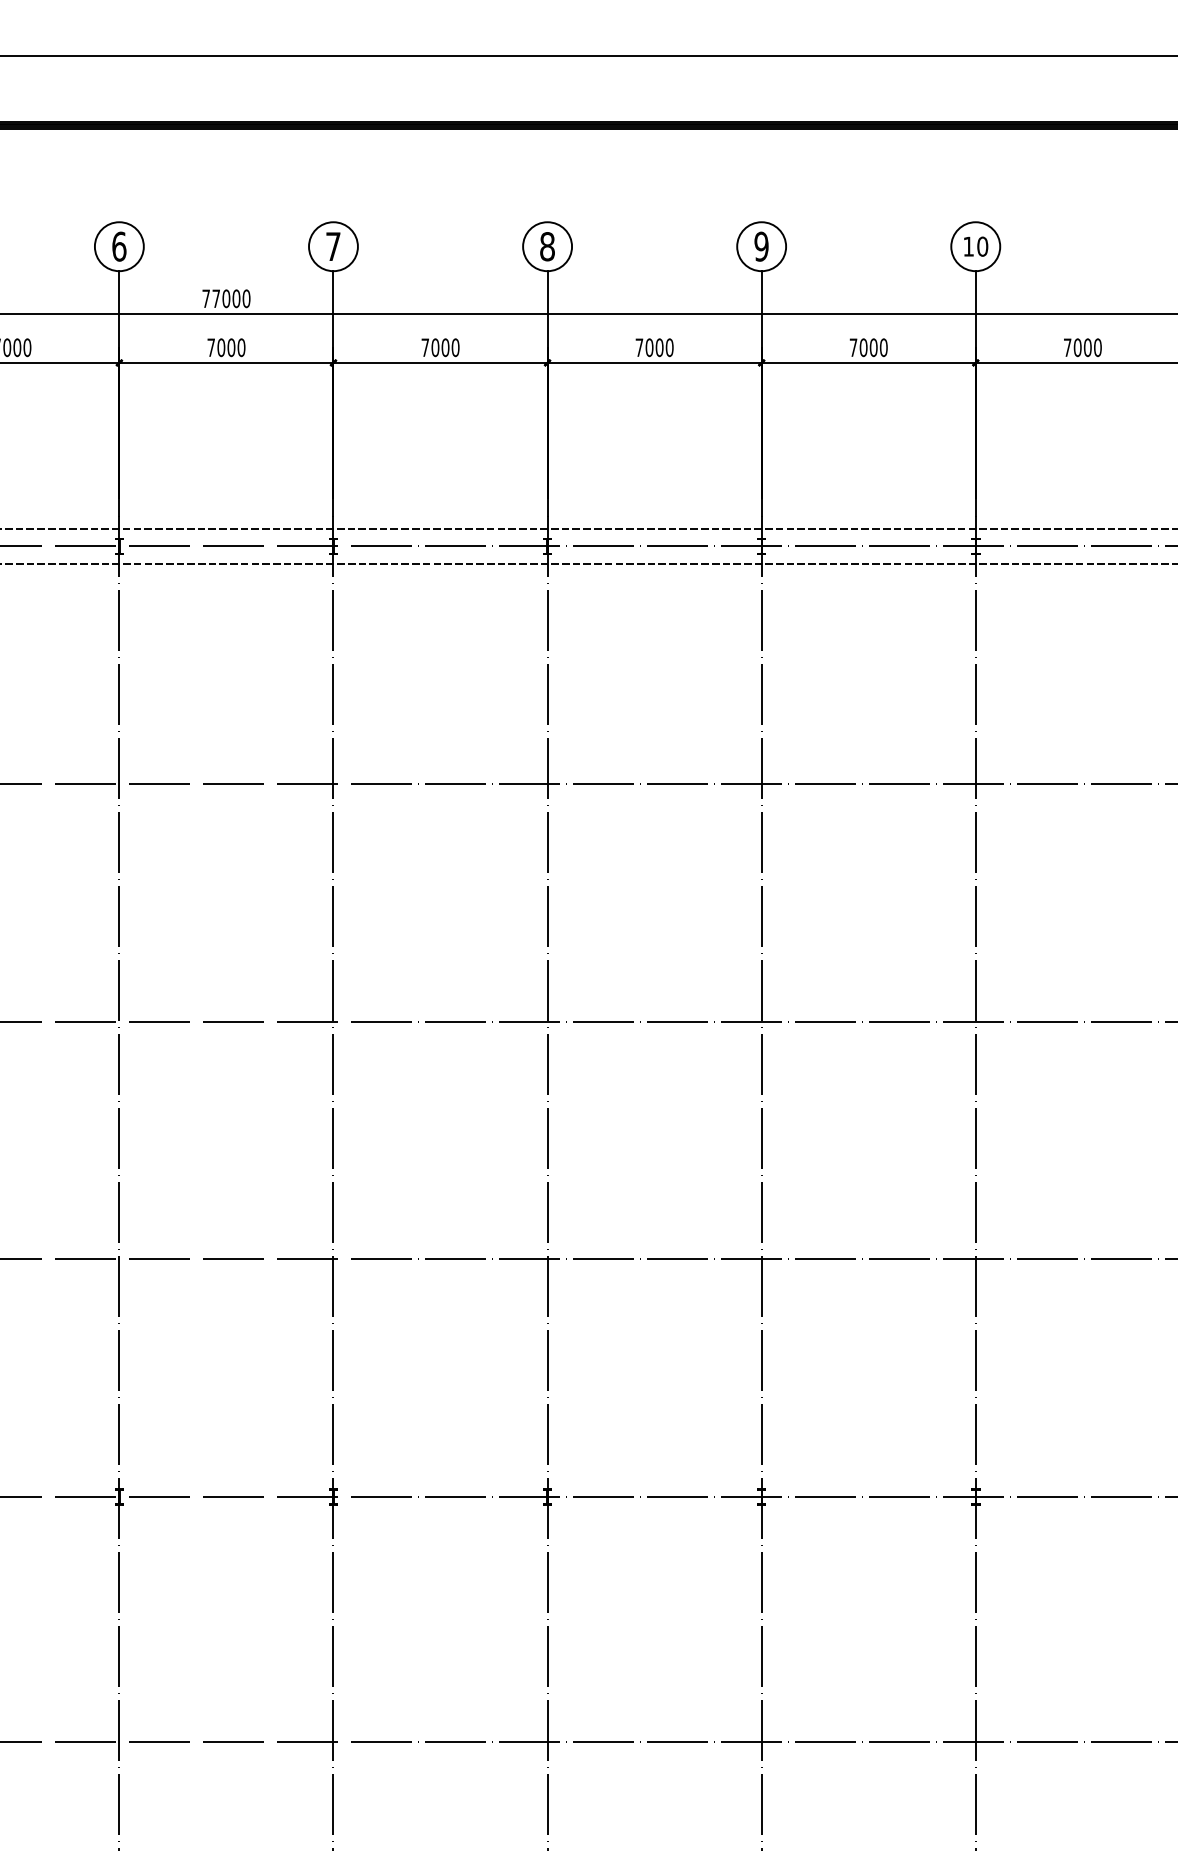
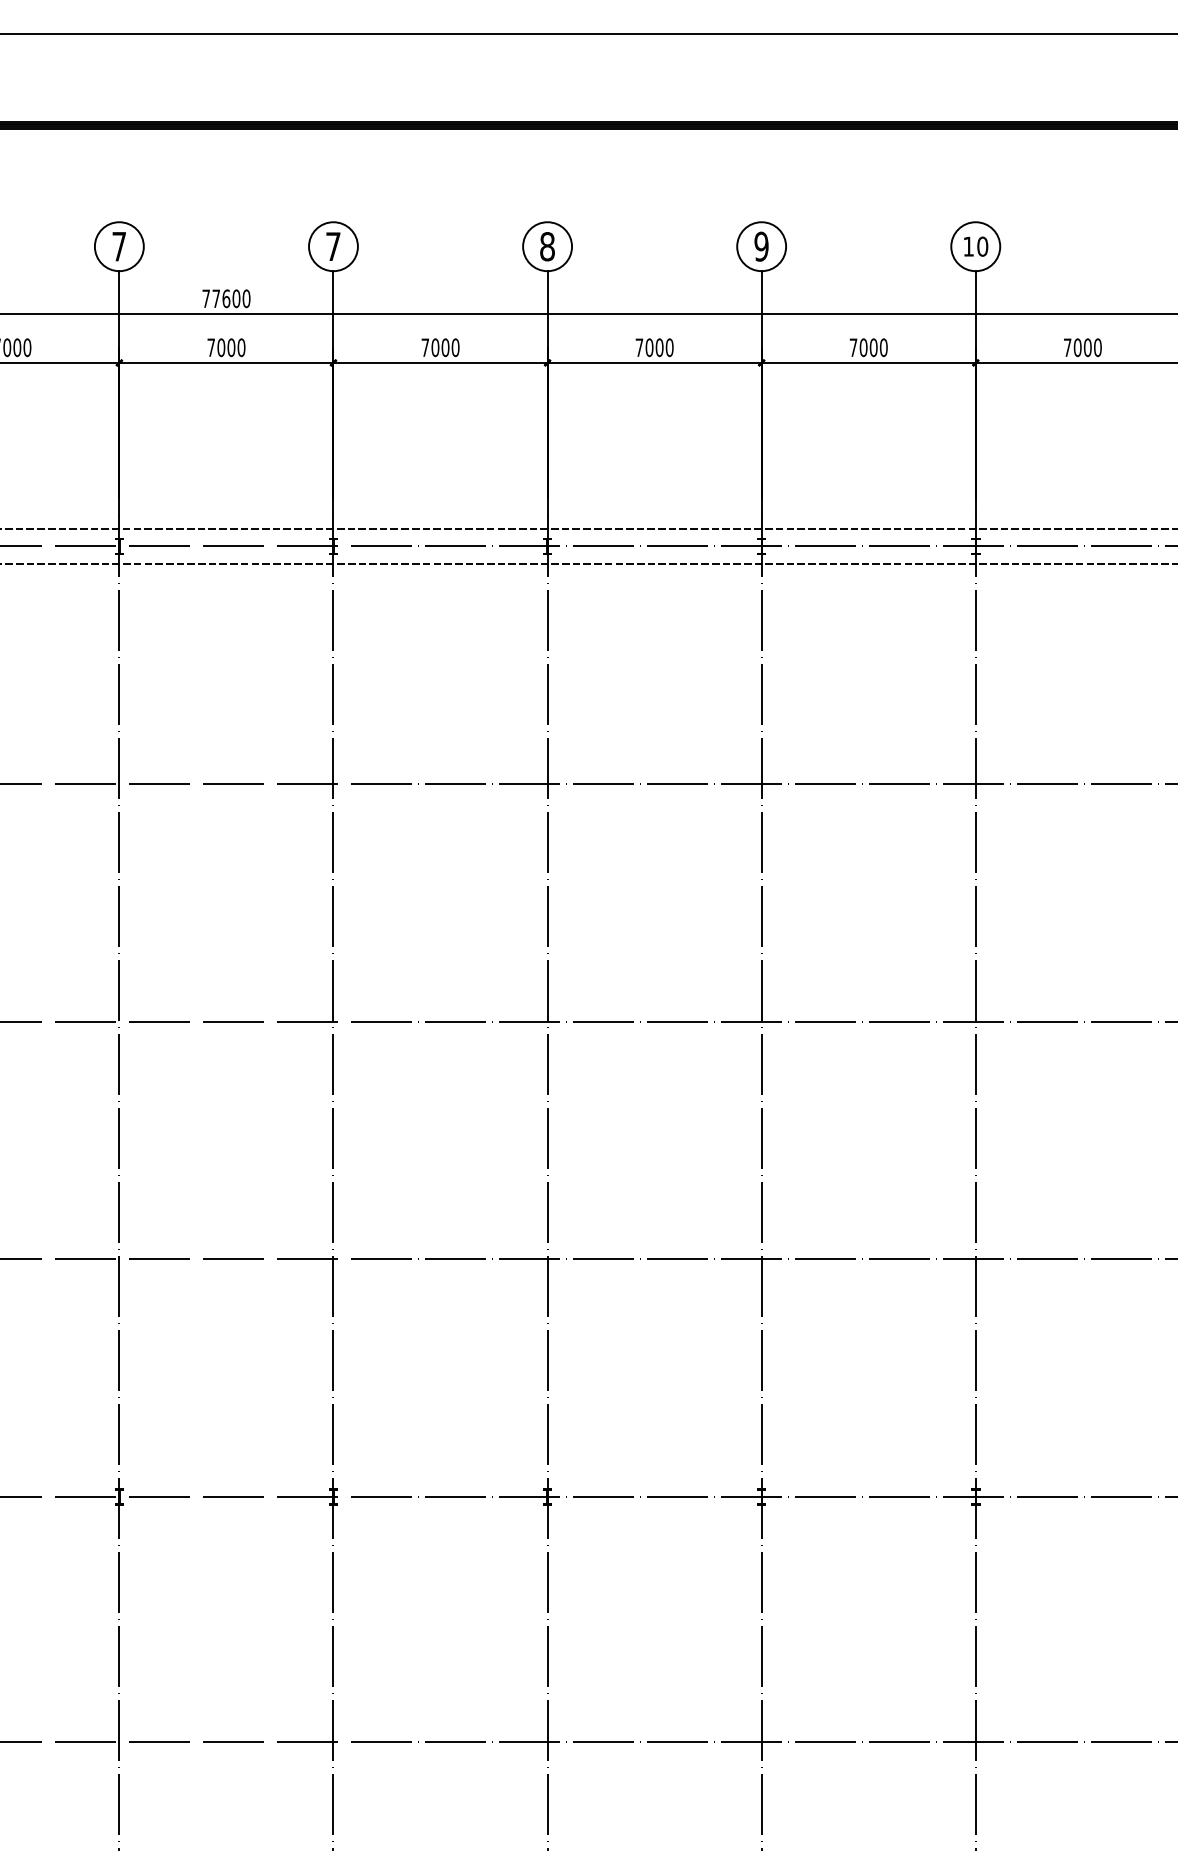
line at (588, 55) position: (588, 55) -> (588, 33)
text at (119, 246): 6 -> 7
text at (226, 298): 77000 -> 77600
